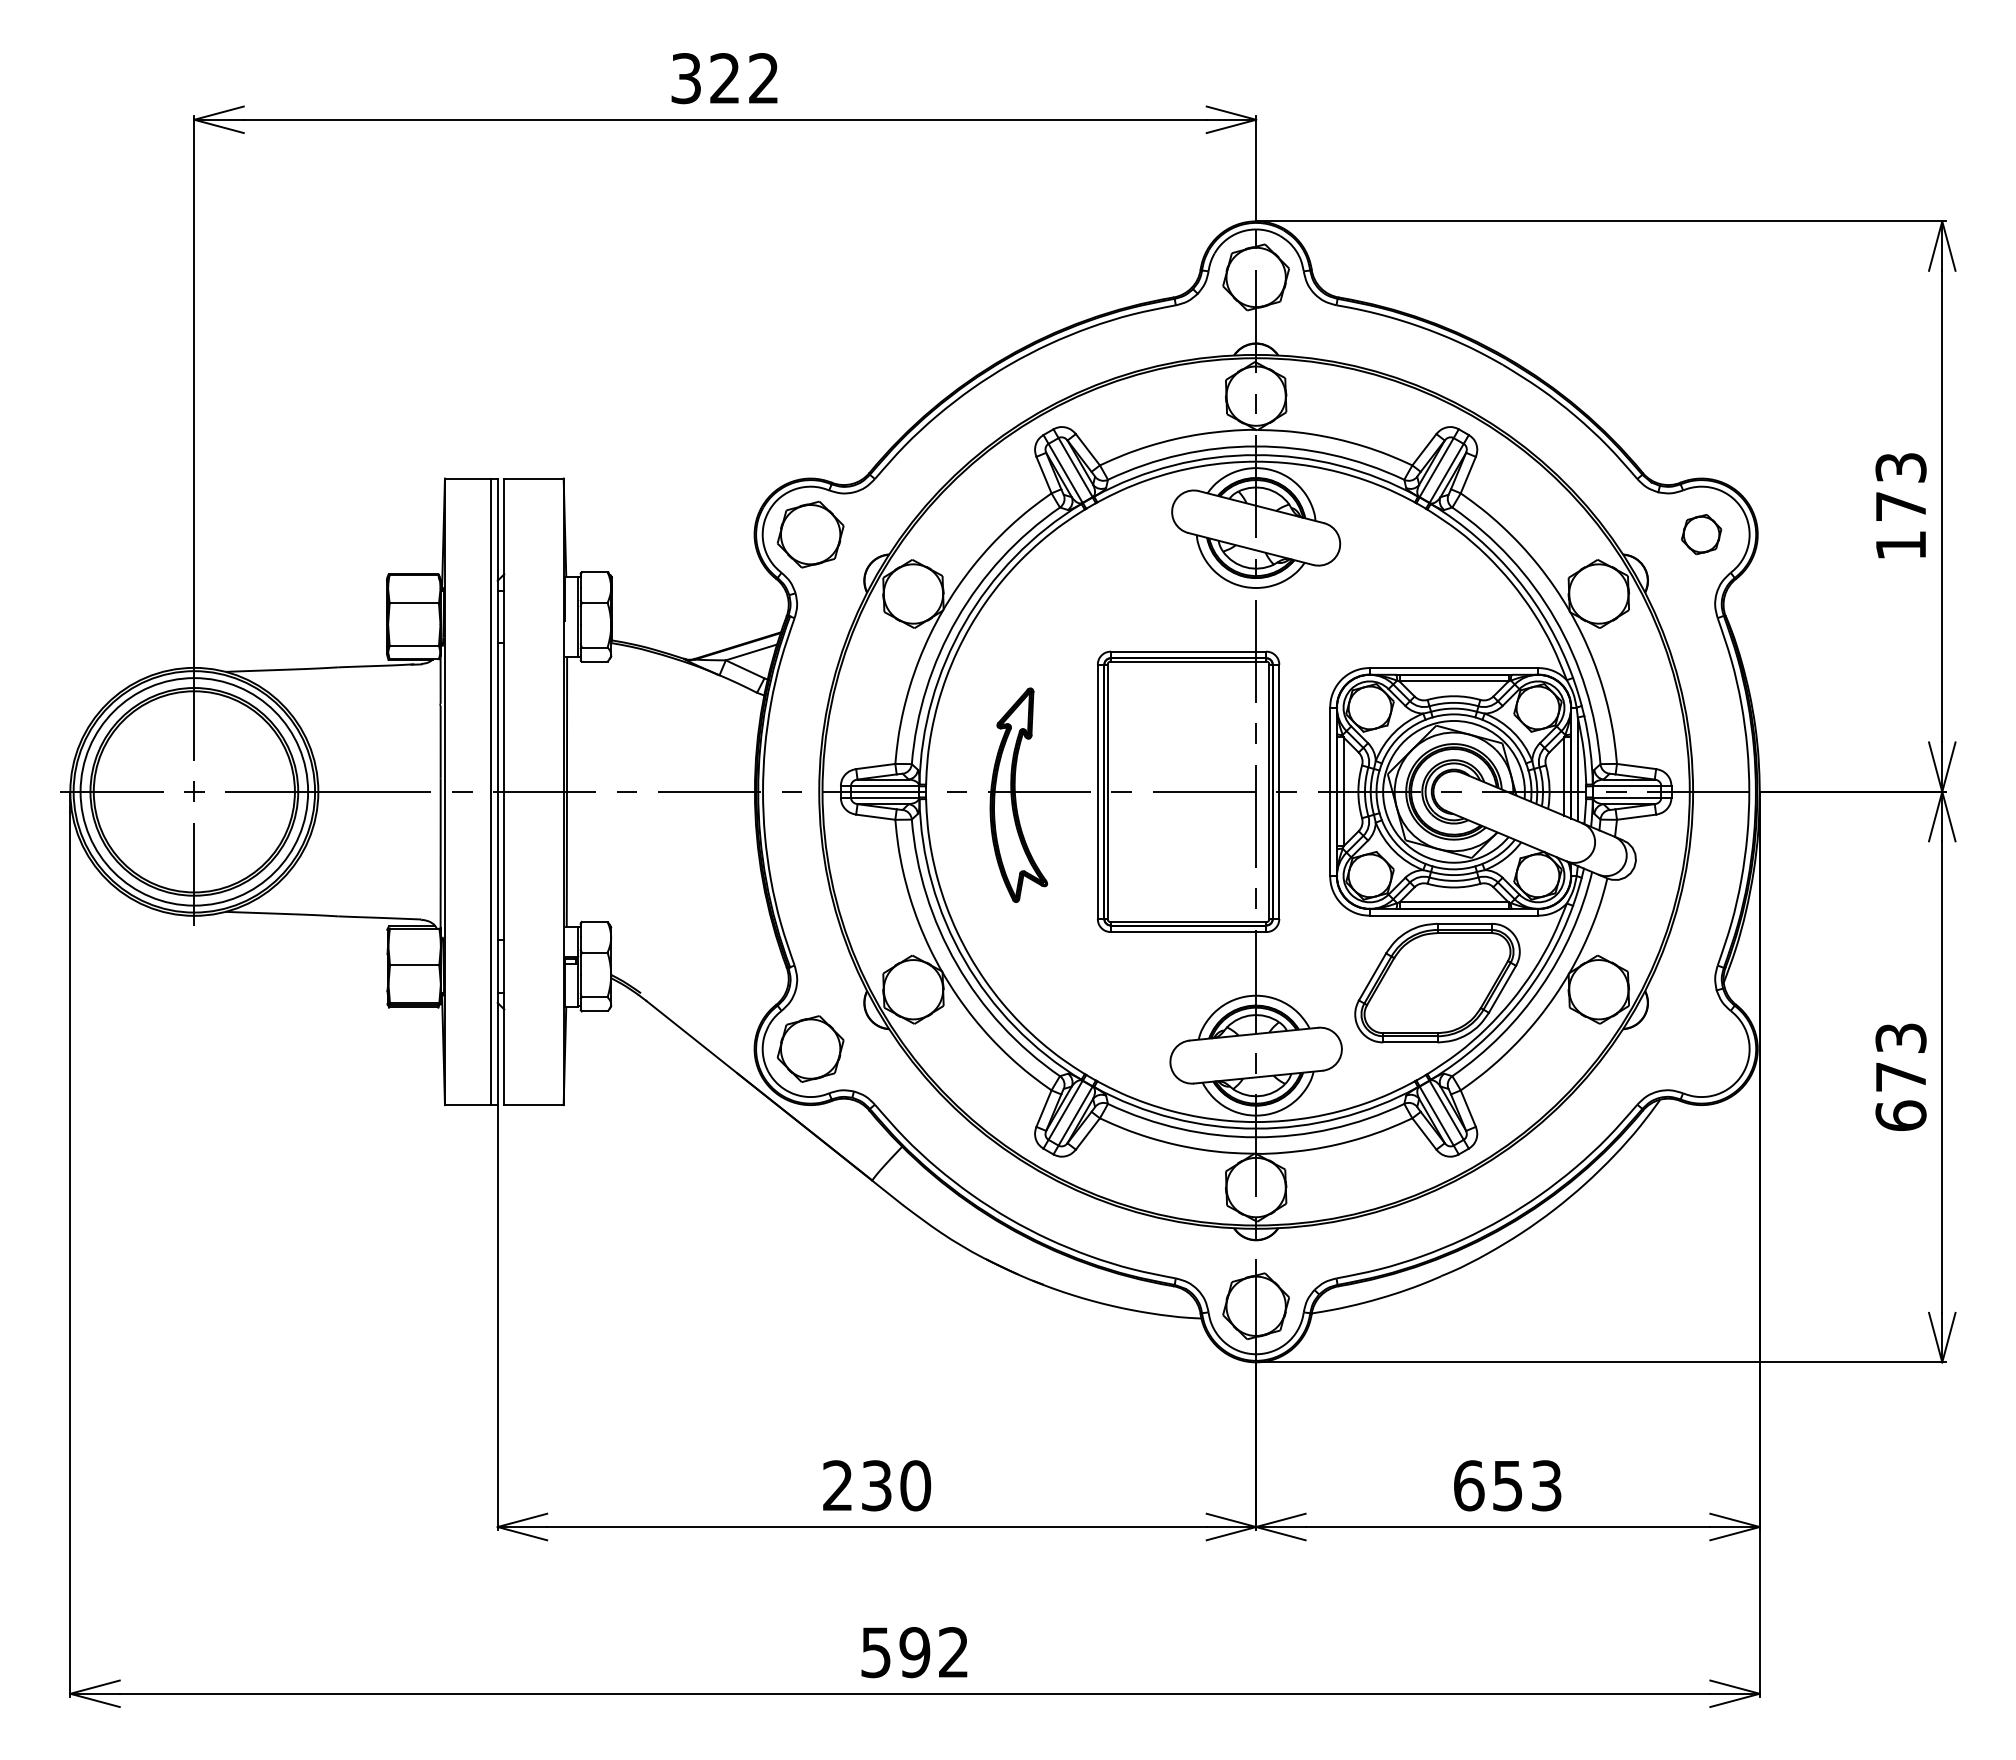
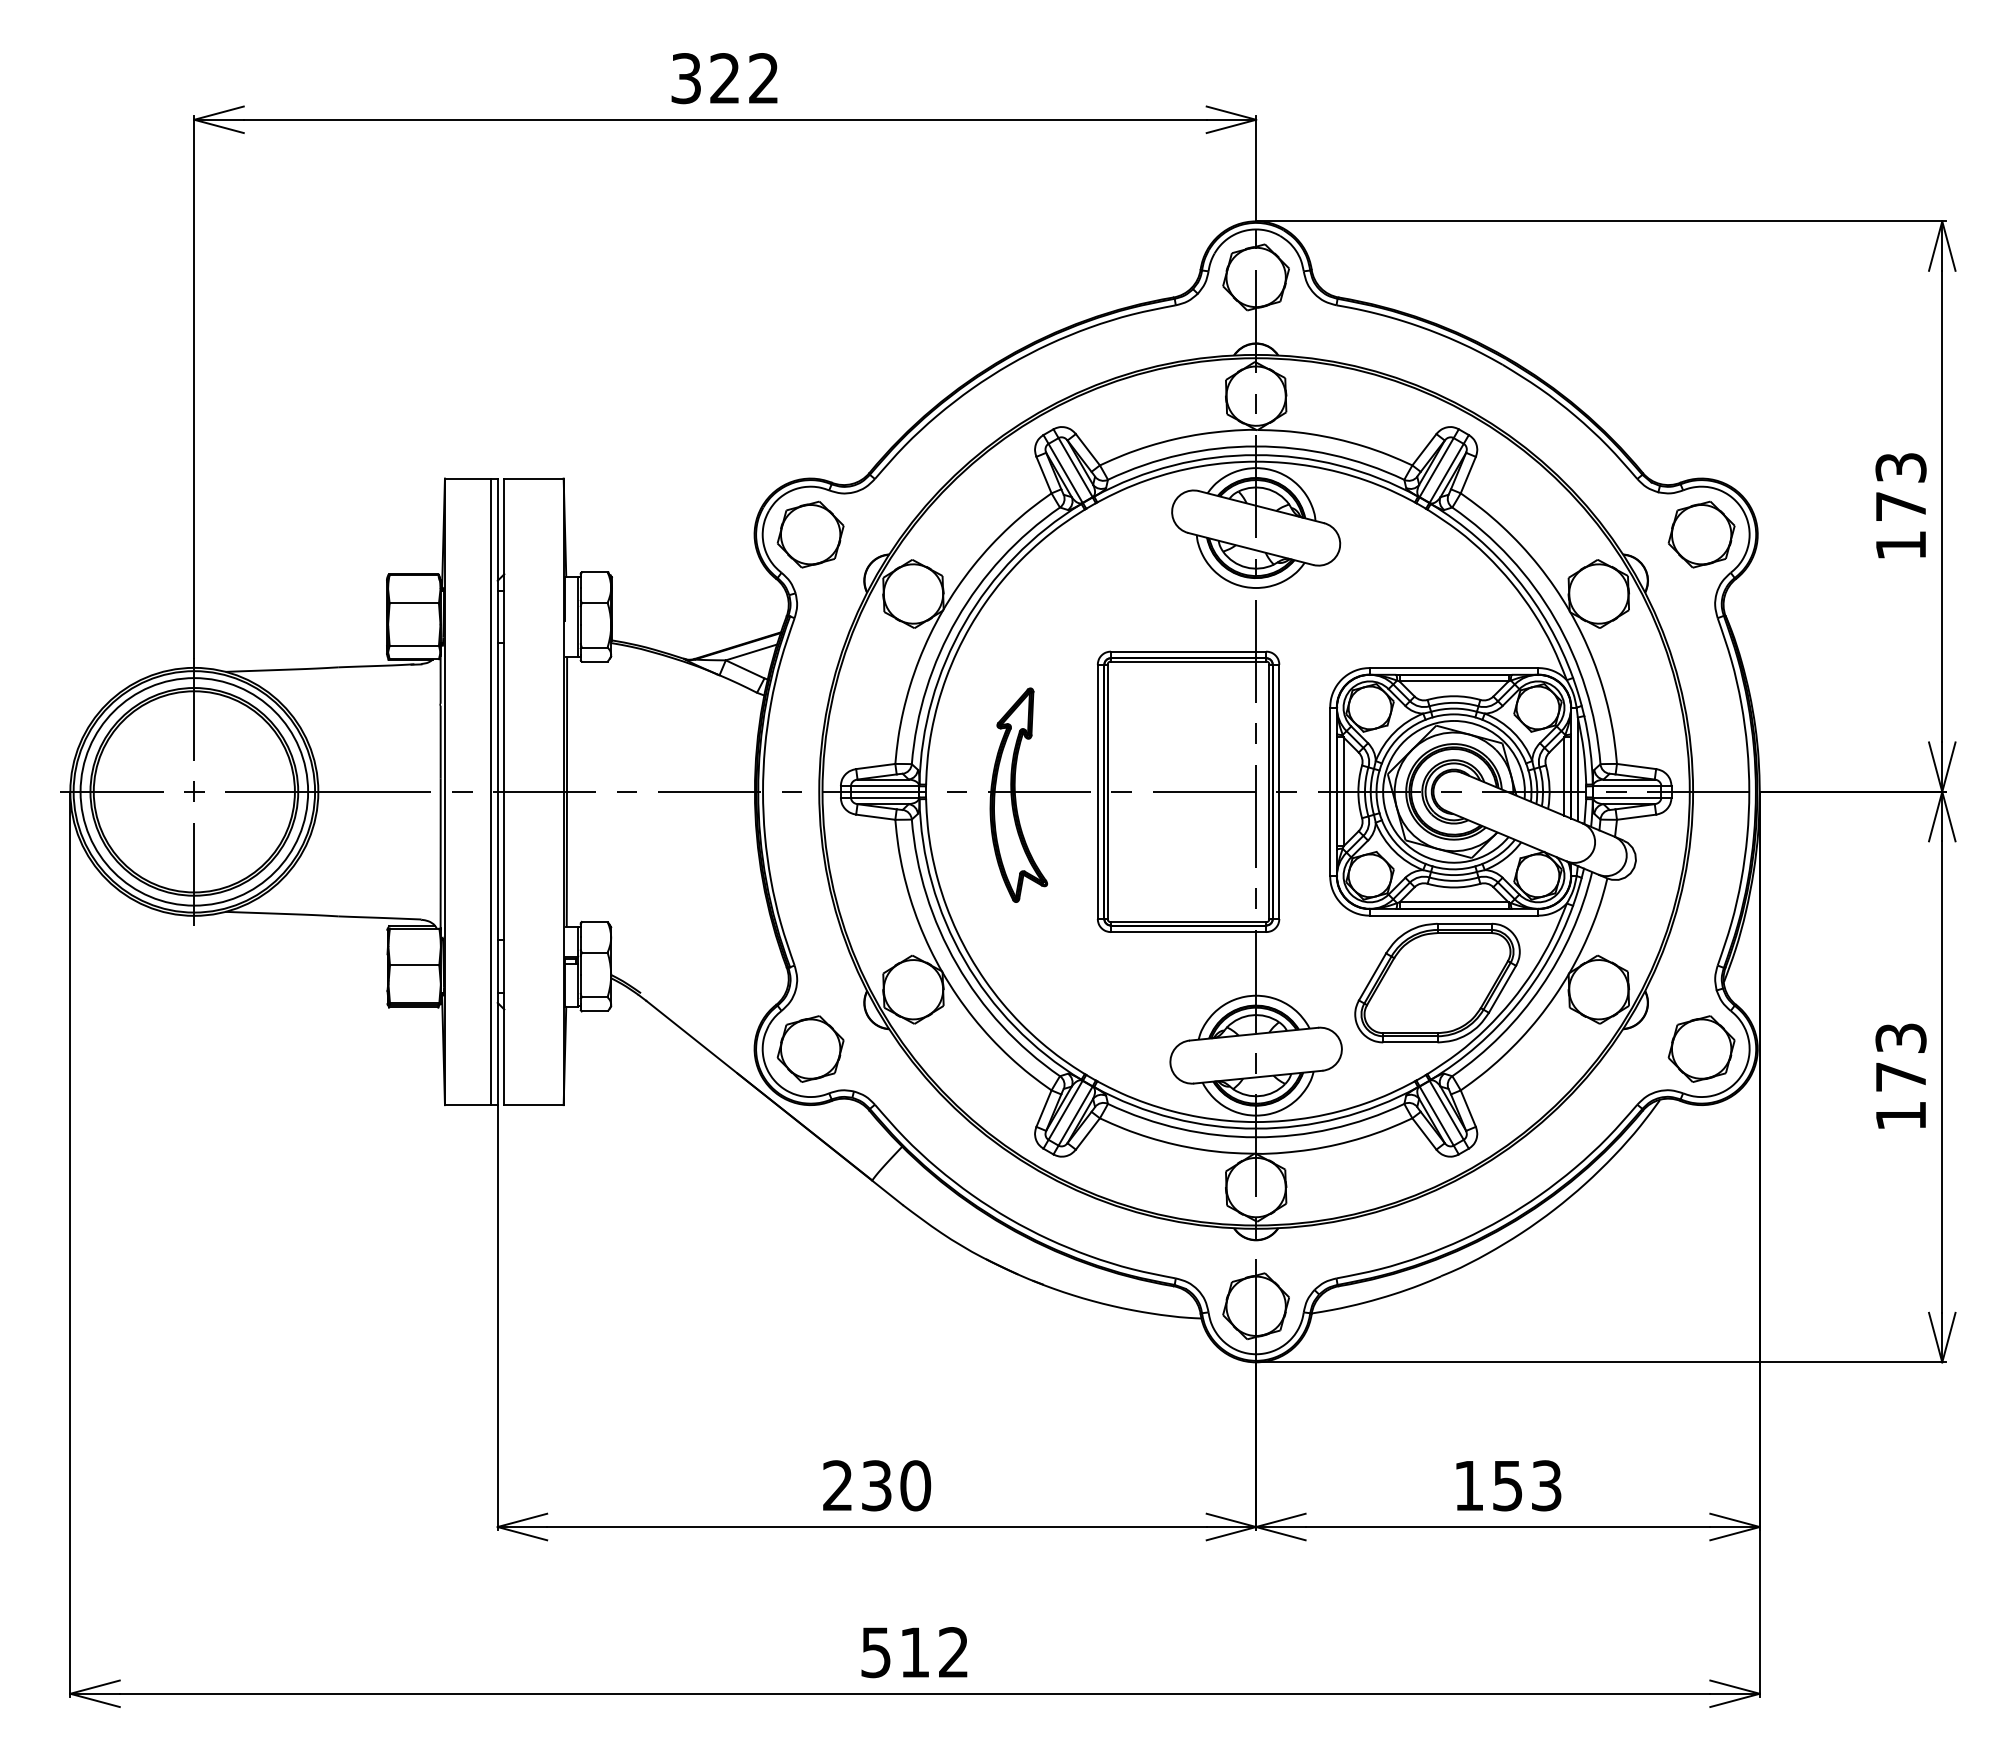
part at (1701, 534) size: 42x42 px -> 69x69 px
part at (1701, 1048): none -> present
text at (1900, 1115): 673 -> 173
text at (1469, 1485): 653 -> 153
text at (914, 1652): 592 -> 512
